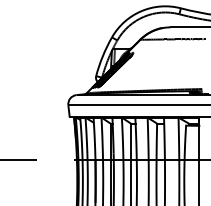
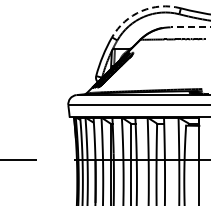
arc at (141, 11): solid -> dashed
line at (190, 27): solid -> dashed
